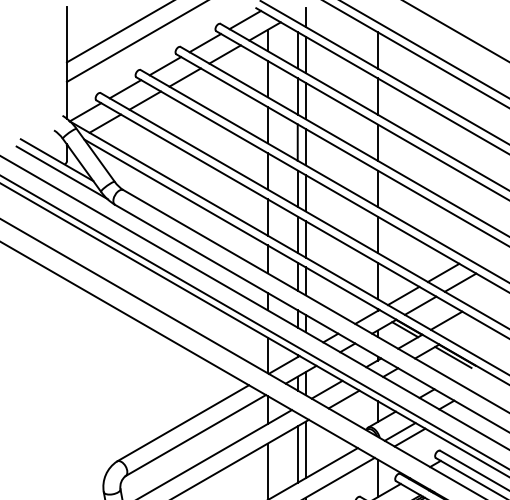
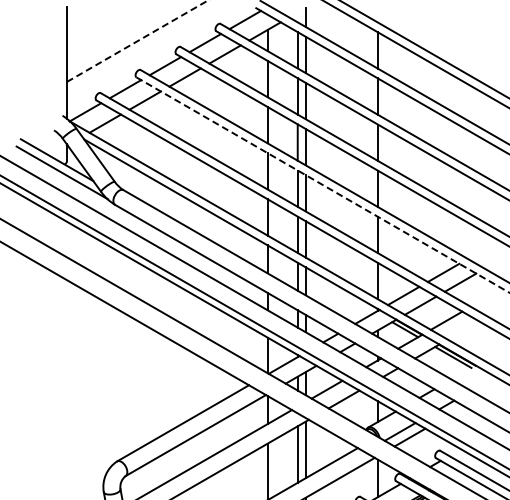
line at (455, 31): present -> none
line at (118, 32): present -> none
line at (137, 41): solid -> dashed
line at (323, 185): solid -> dashed
